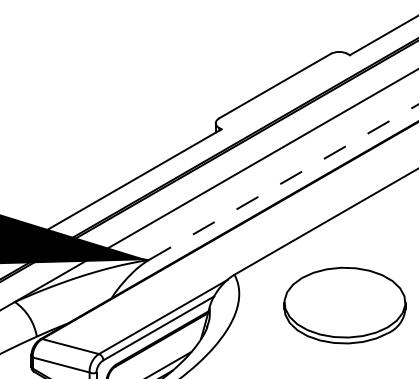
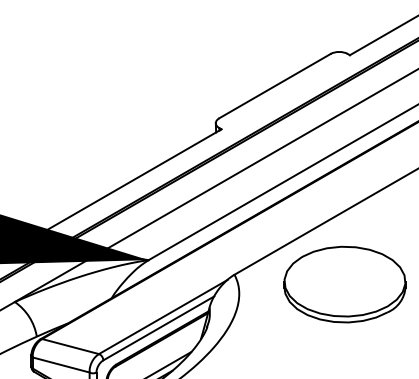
line at (283, 182): dashed -> solid
part at (344, 305) position: (344, 305) -> (344, 284)
